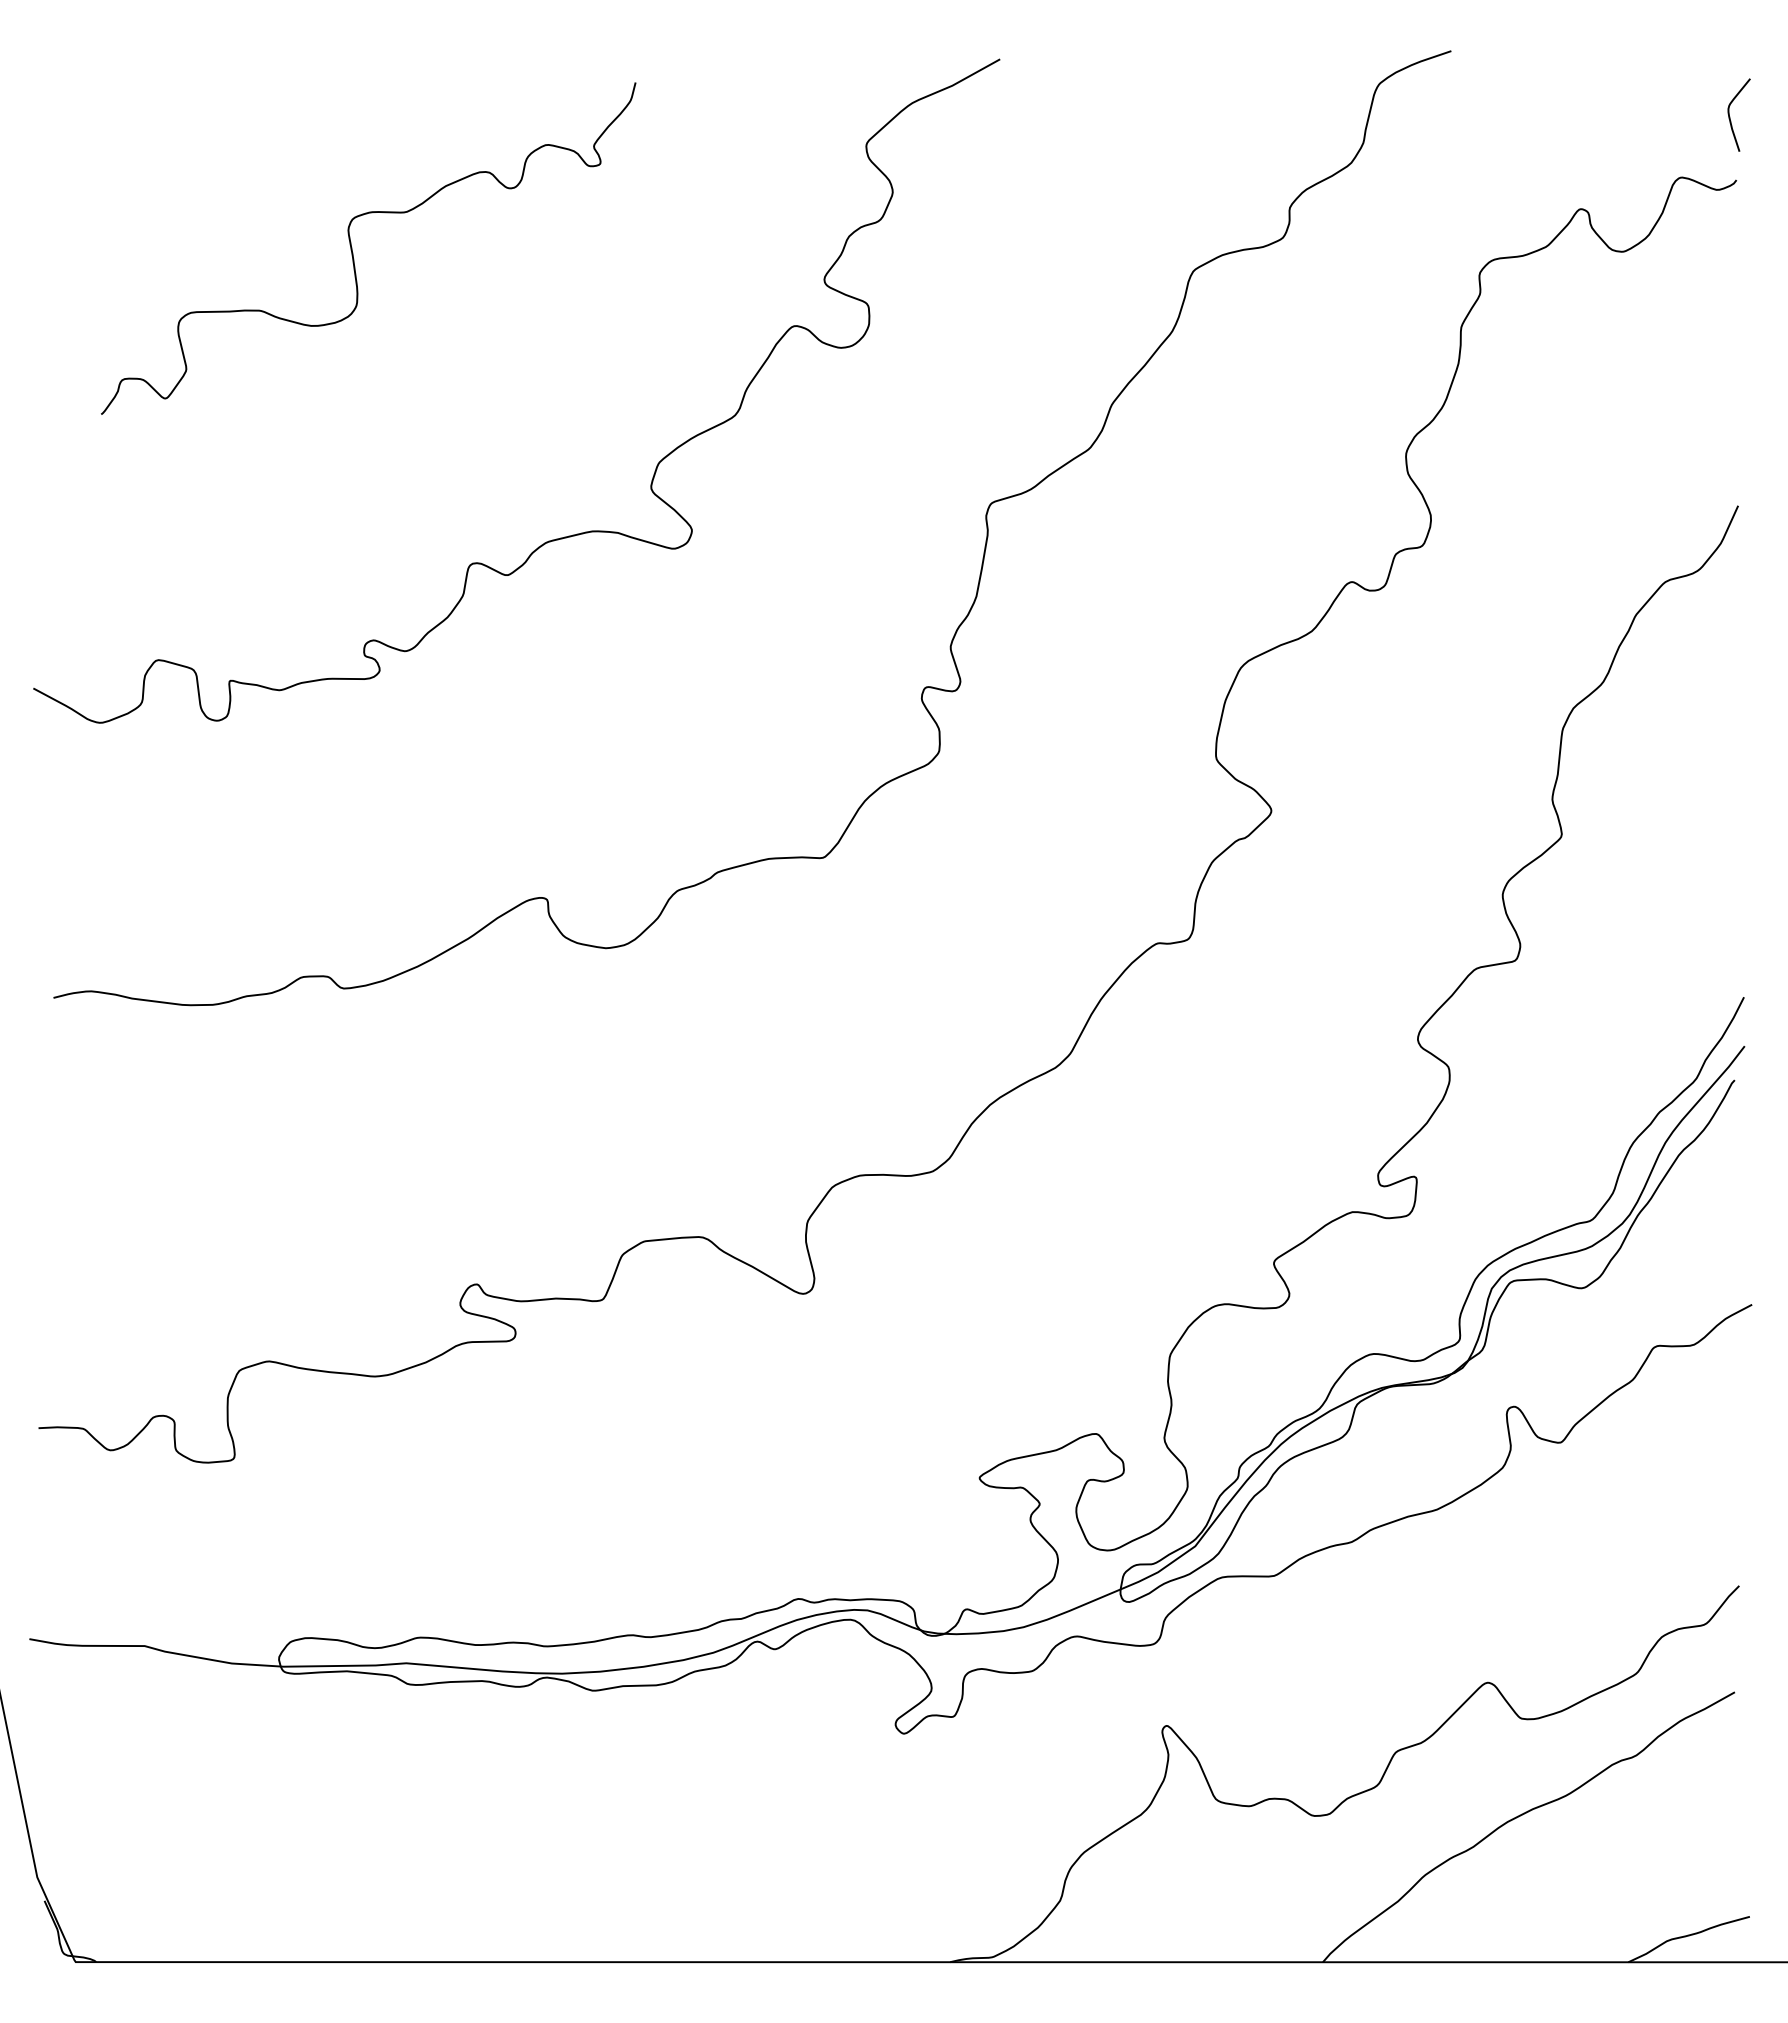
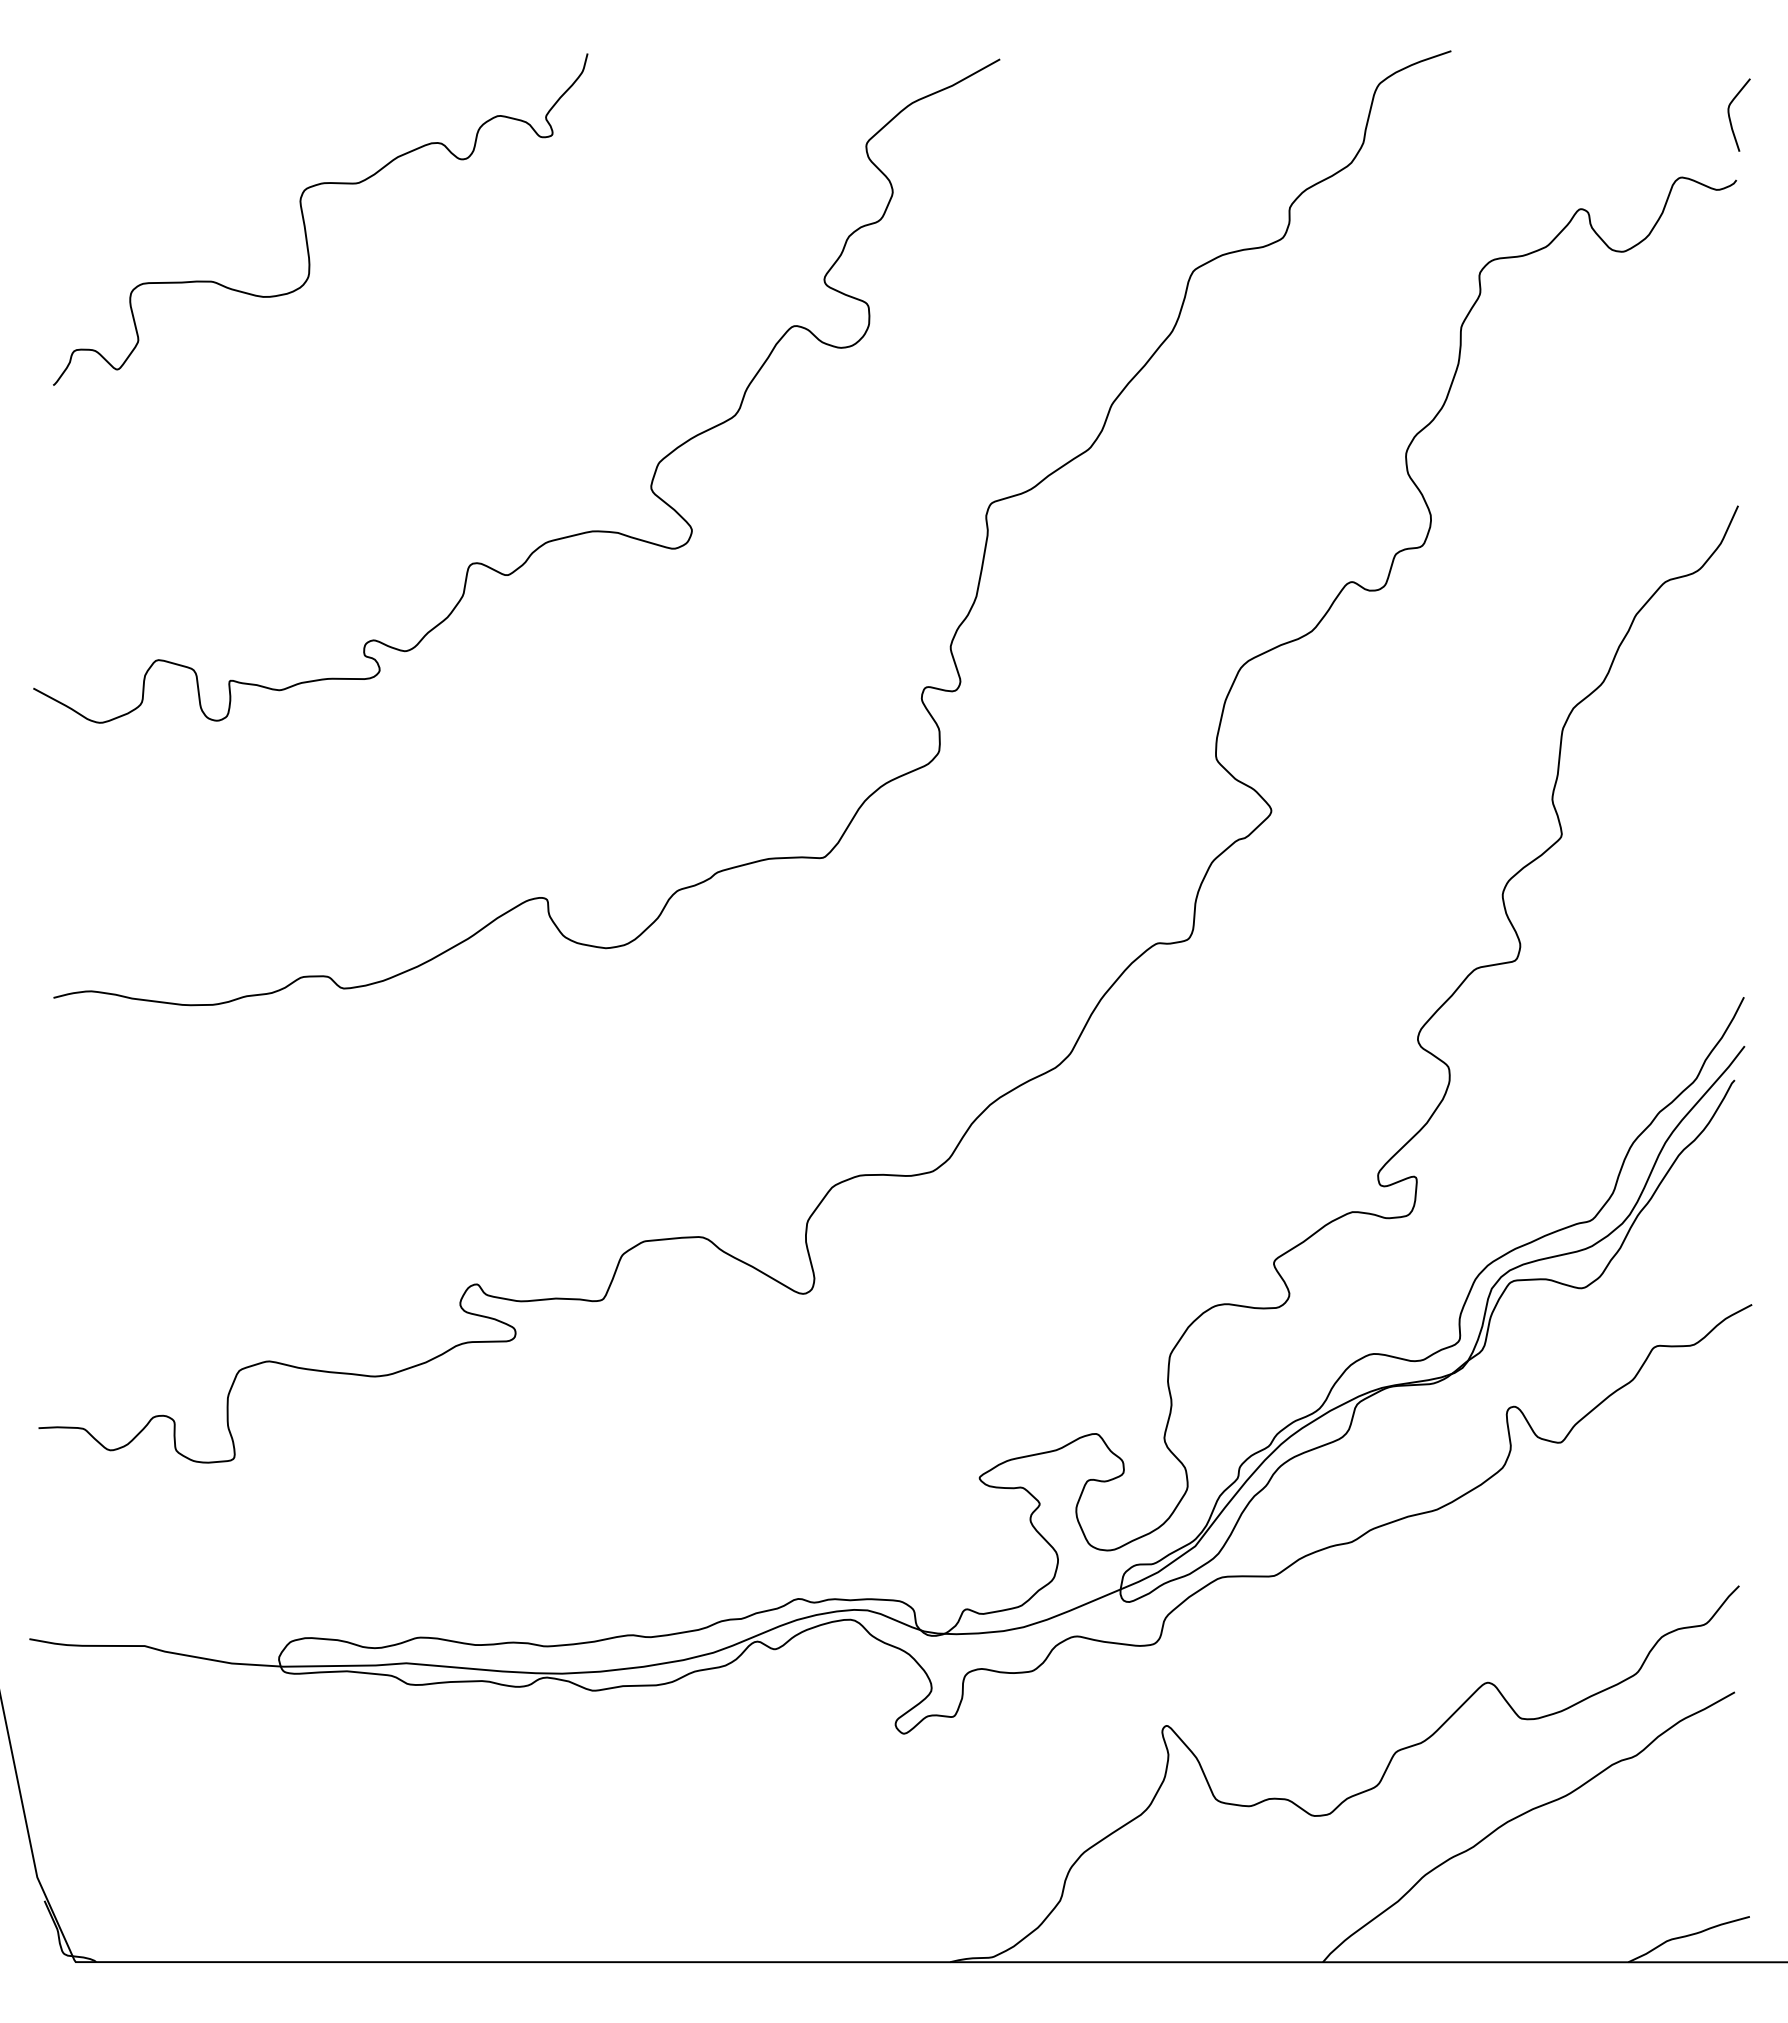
curve at (353, 252) position: (353, 252) -> (305, 223)
